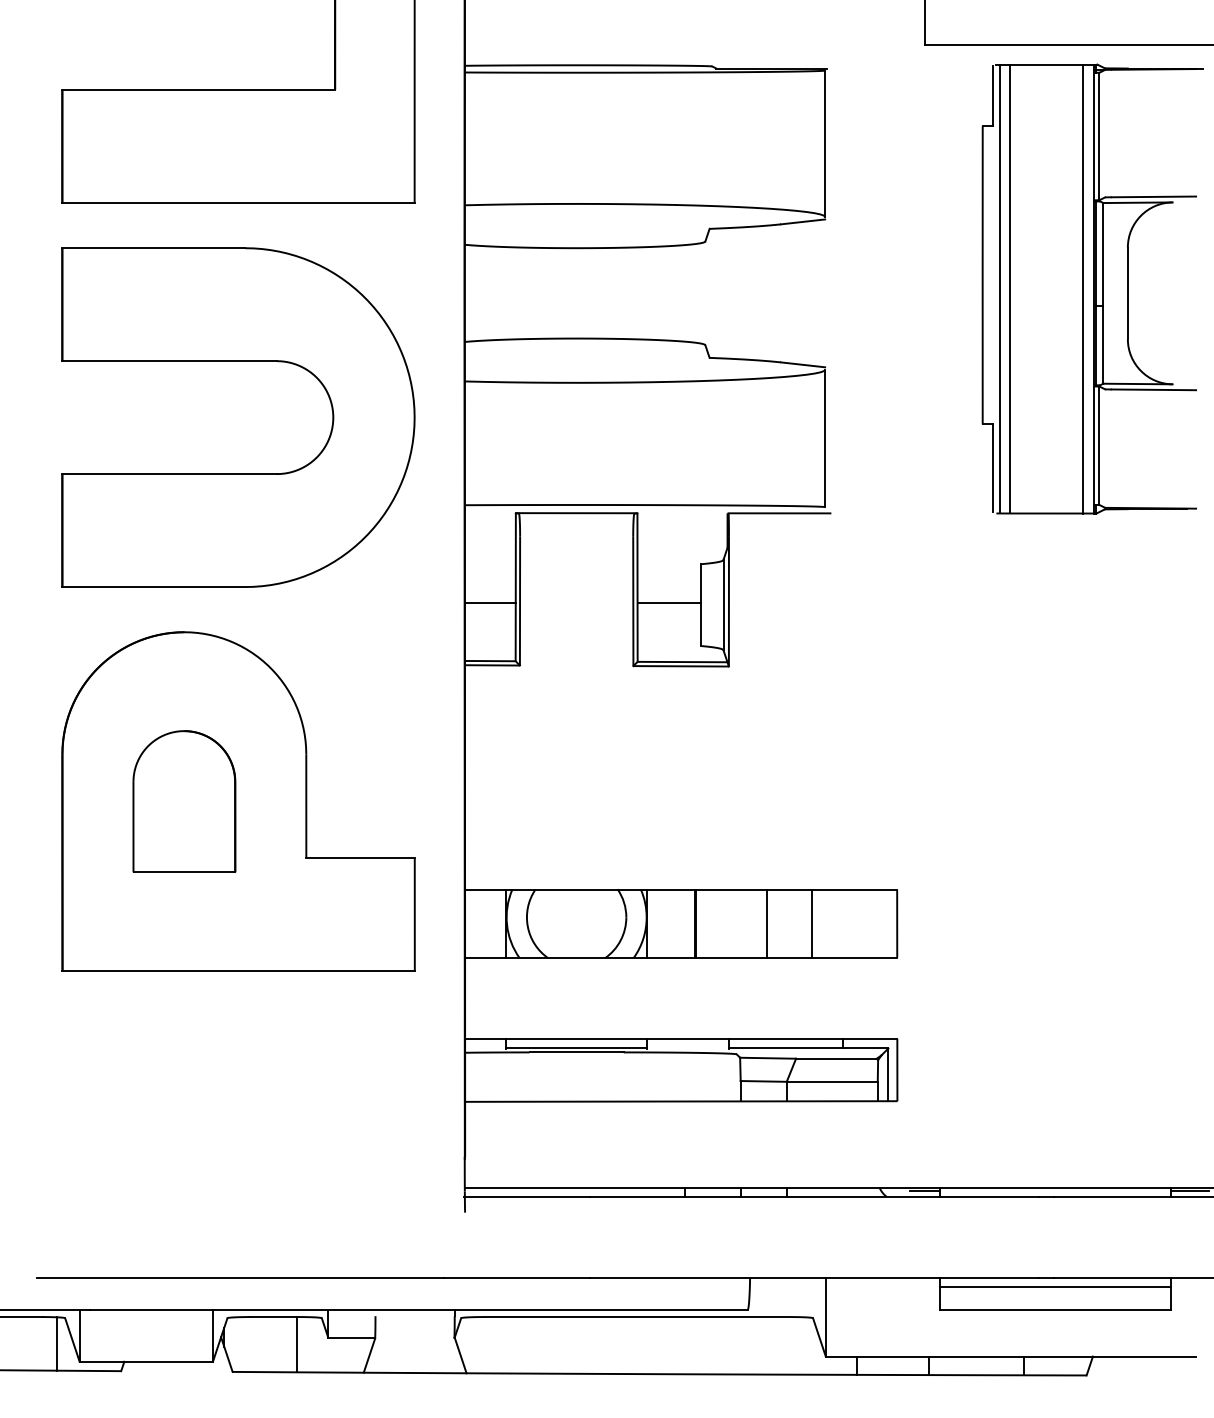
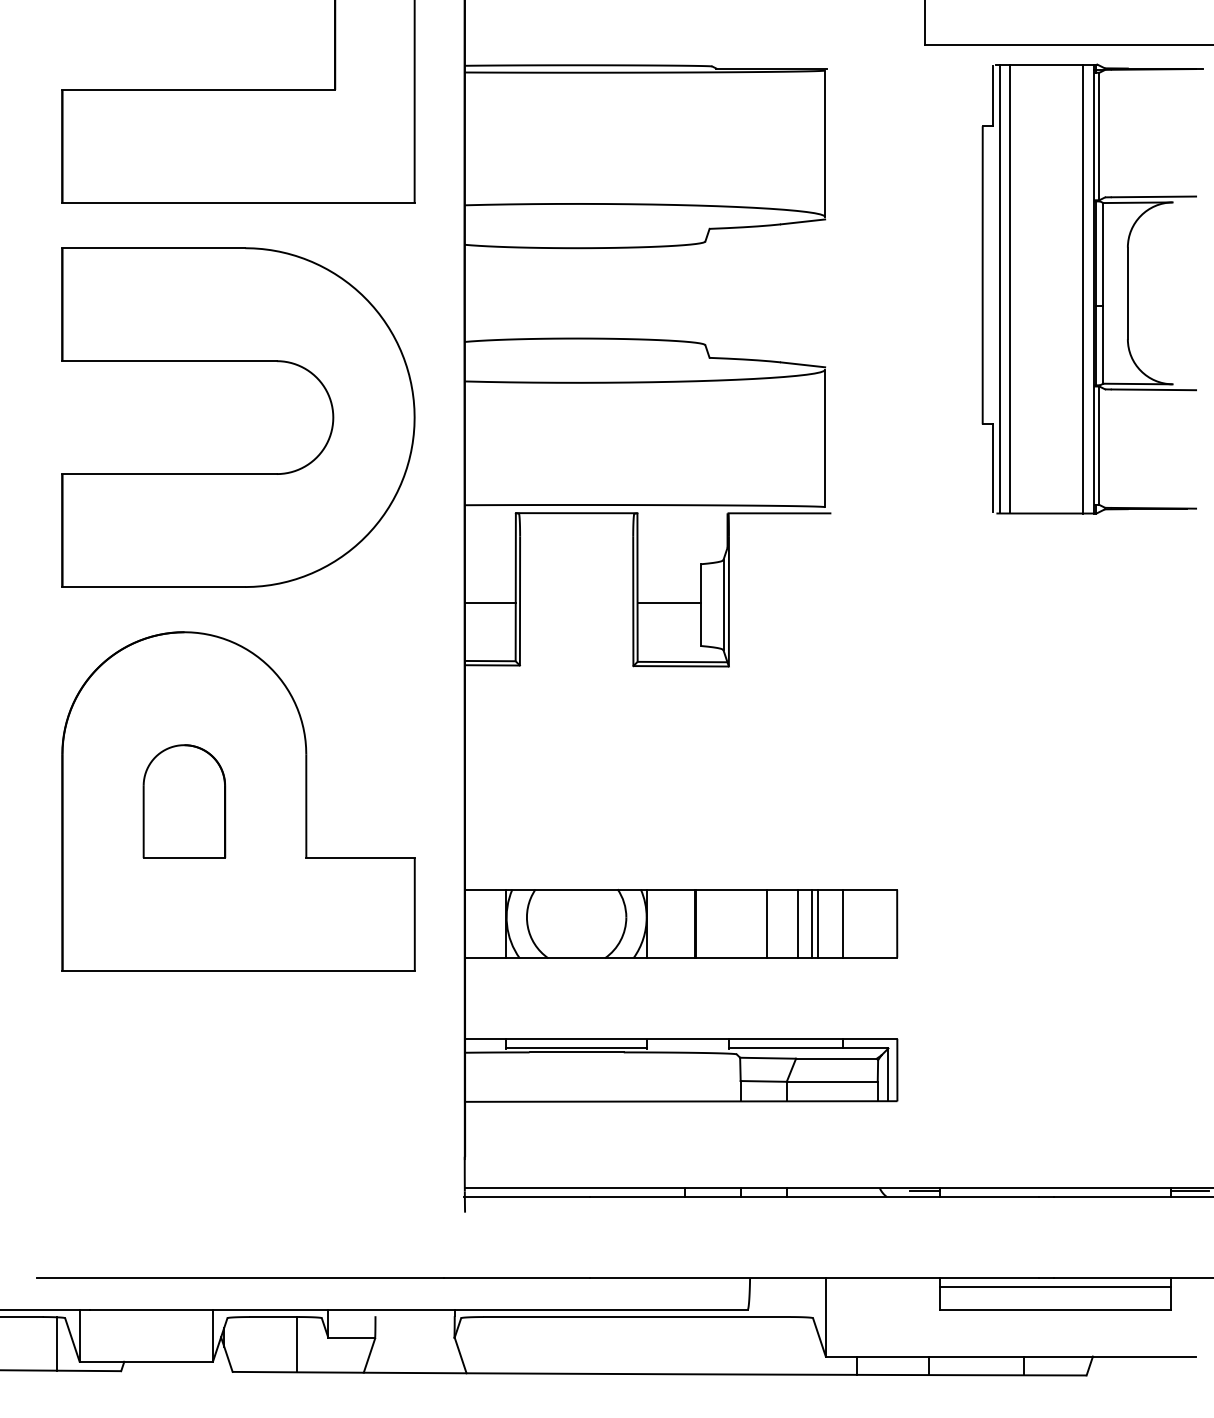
part at (184, 801) size: 105x143 px -> 85x115 px
line at (798, 923): none -> present
line at (817, 923): none -> present
line at (843, 923): none -> present
